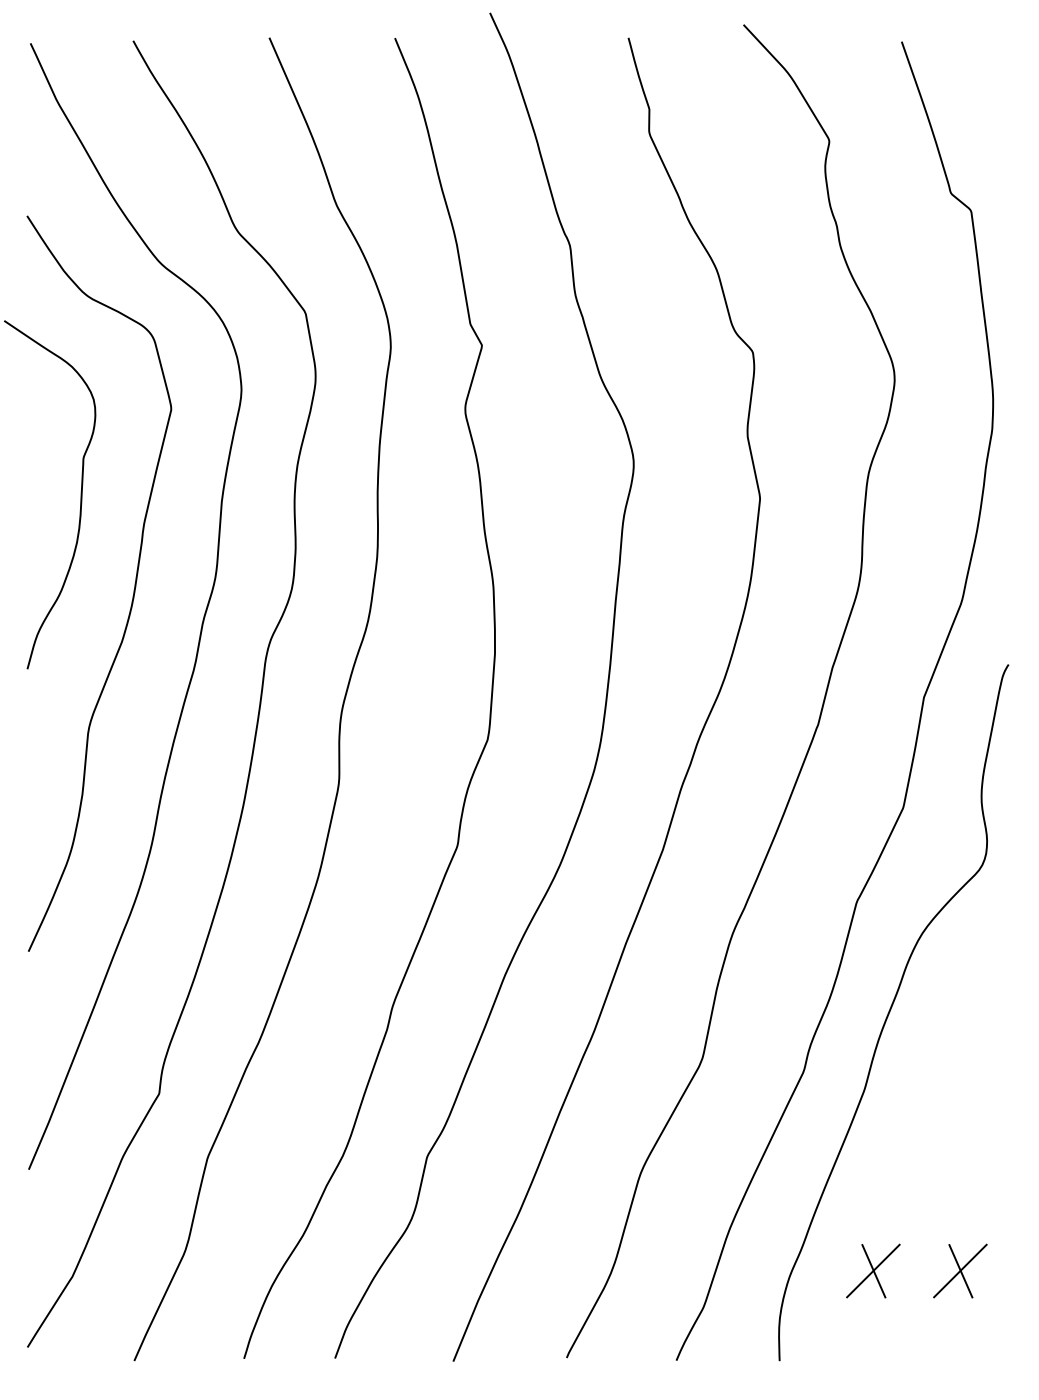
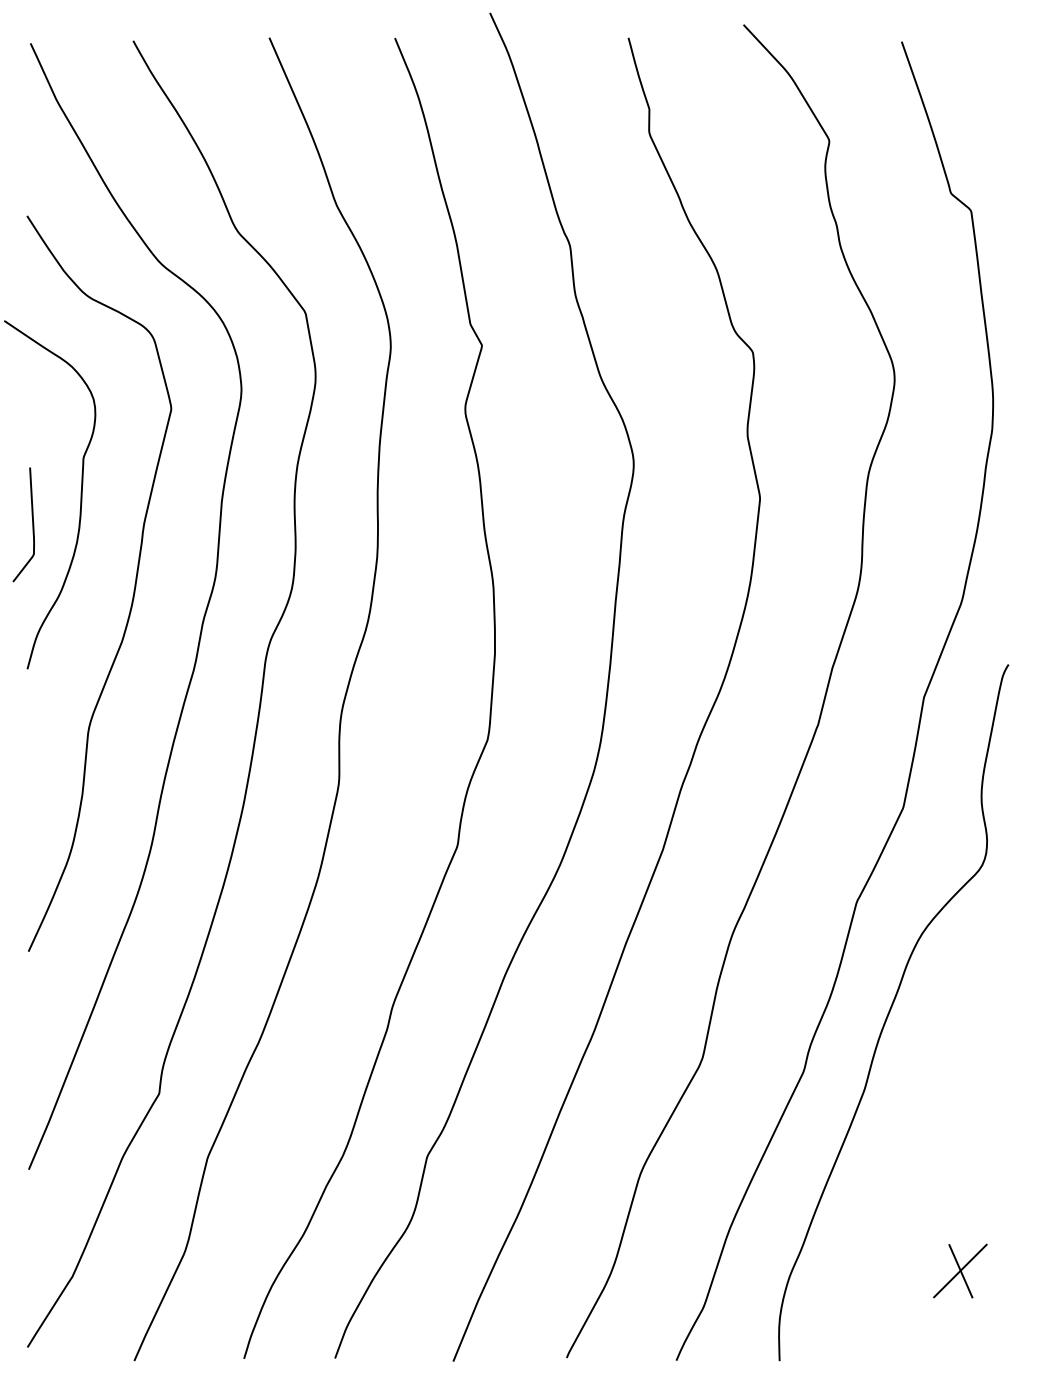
curve at (32, 524): none -> present
part at (873, 1270): present -> none
